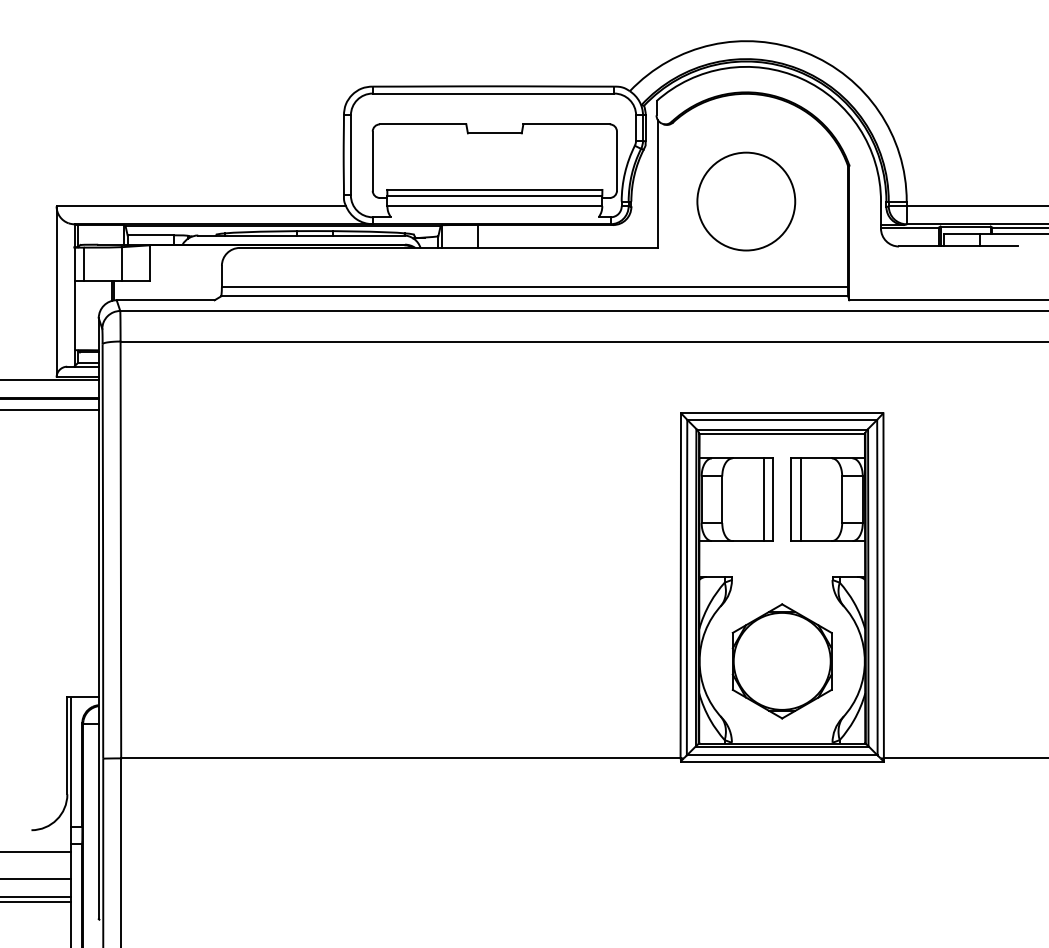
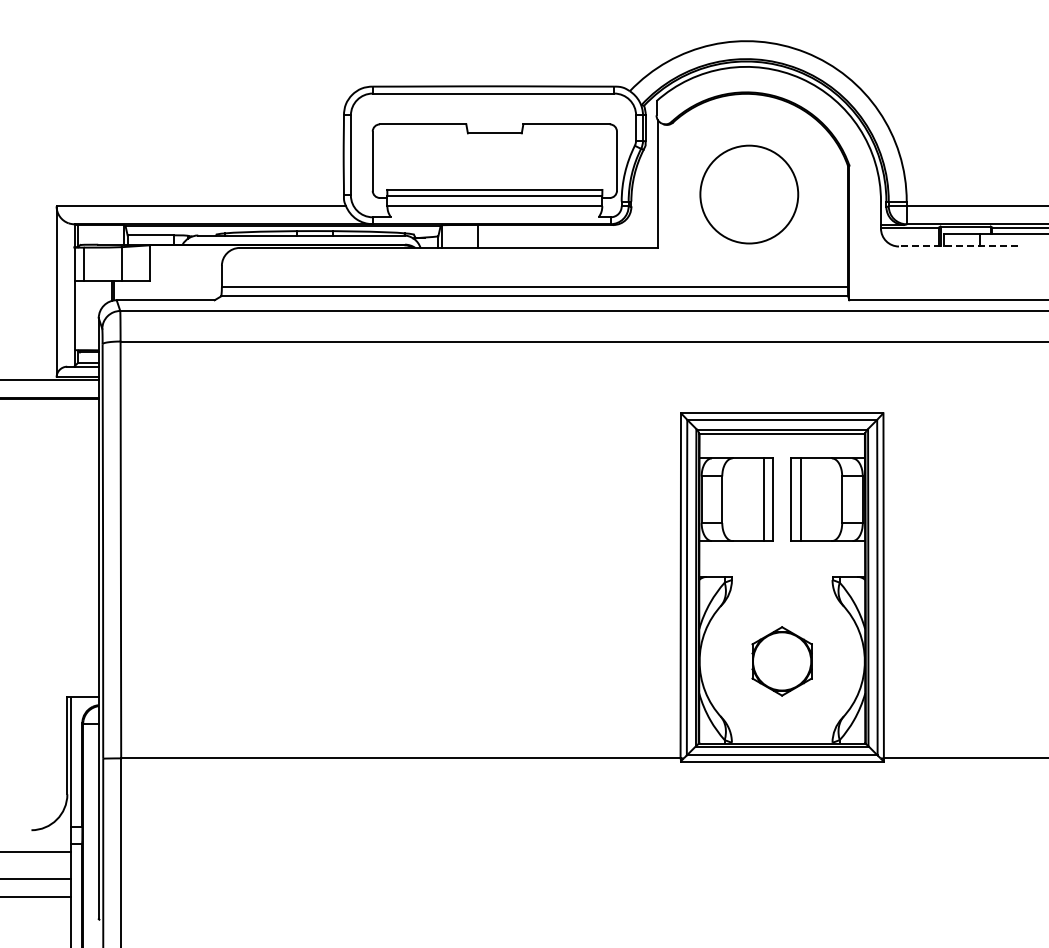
circle at (746, 201) position: (746, 201) -> (749, 194)
line at (957, 246): solid -> dashed
line at (50, 409): present -> none
part at (781, 661) size: 102x117 px -> 62x71 px
line at (36, 902): present -> none
